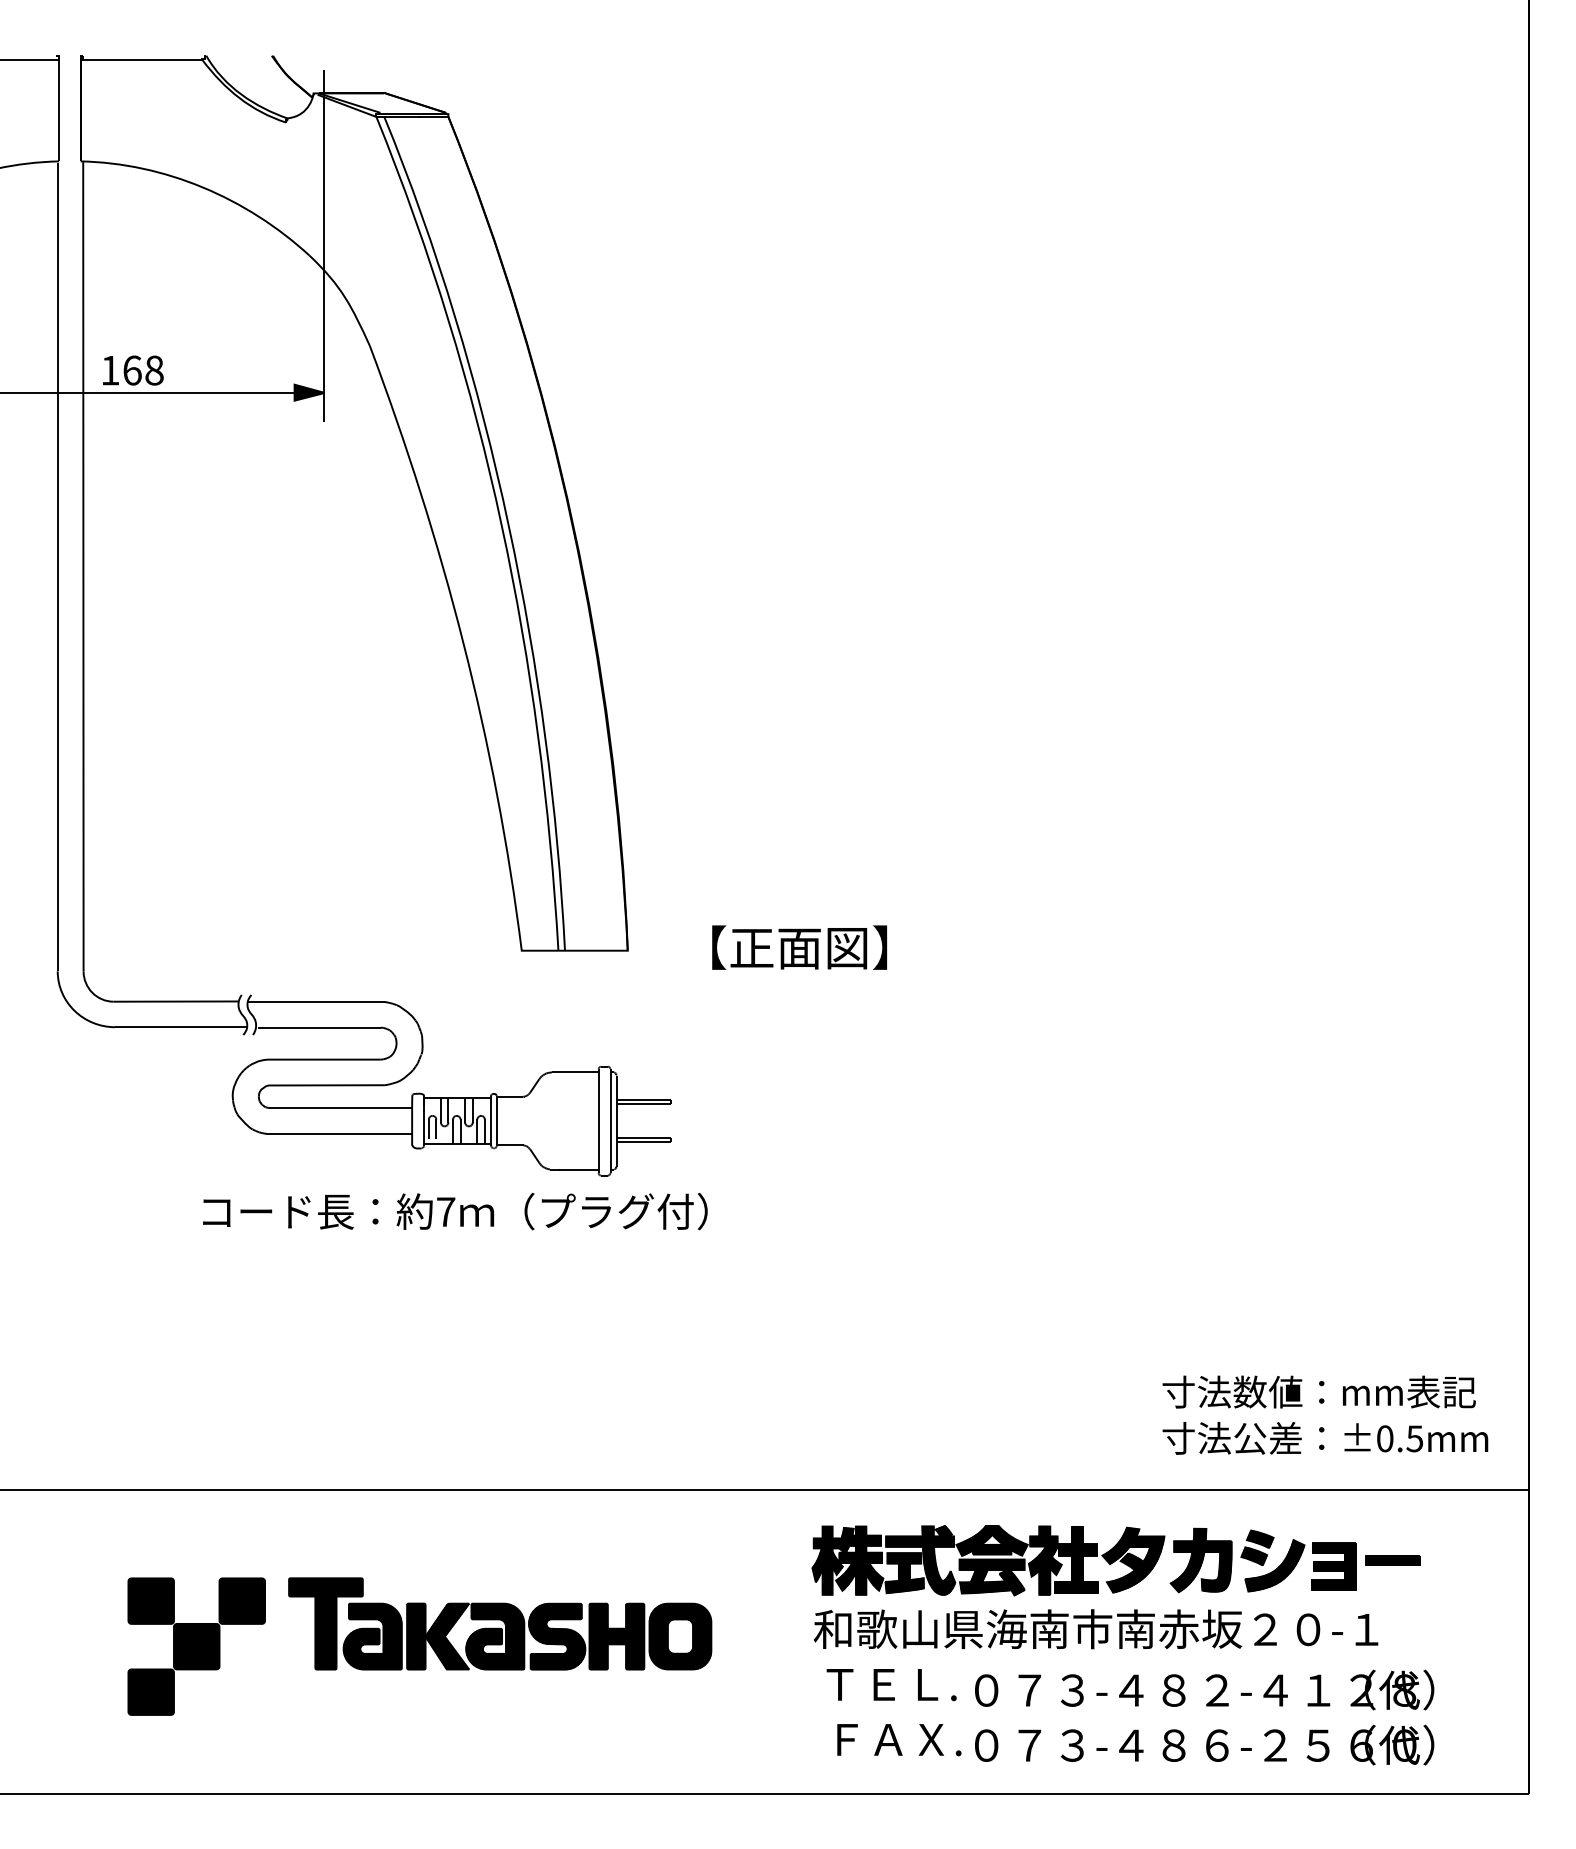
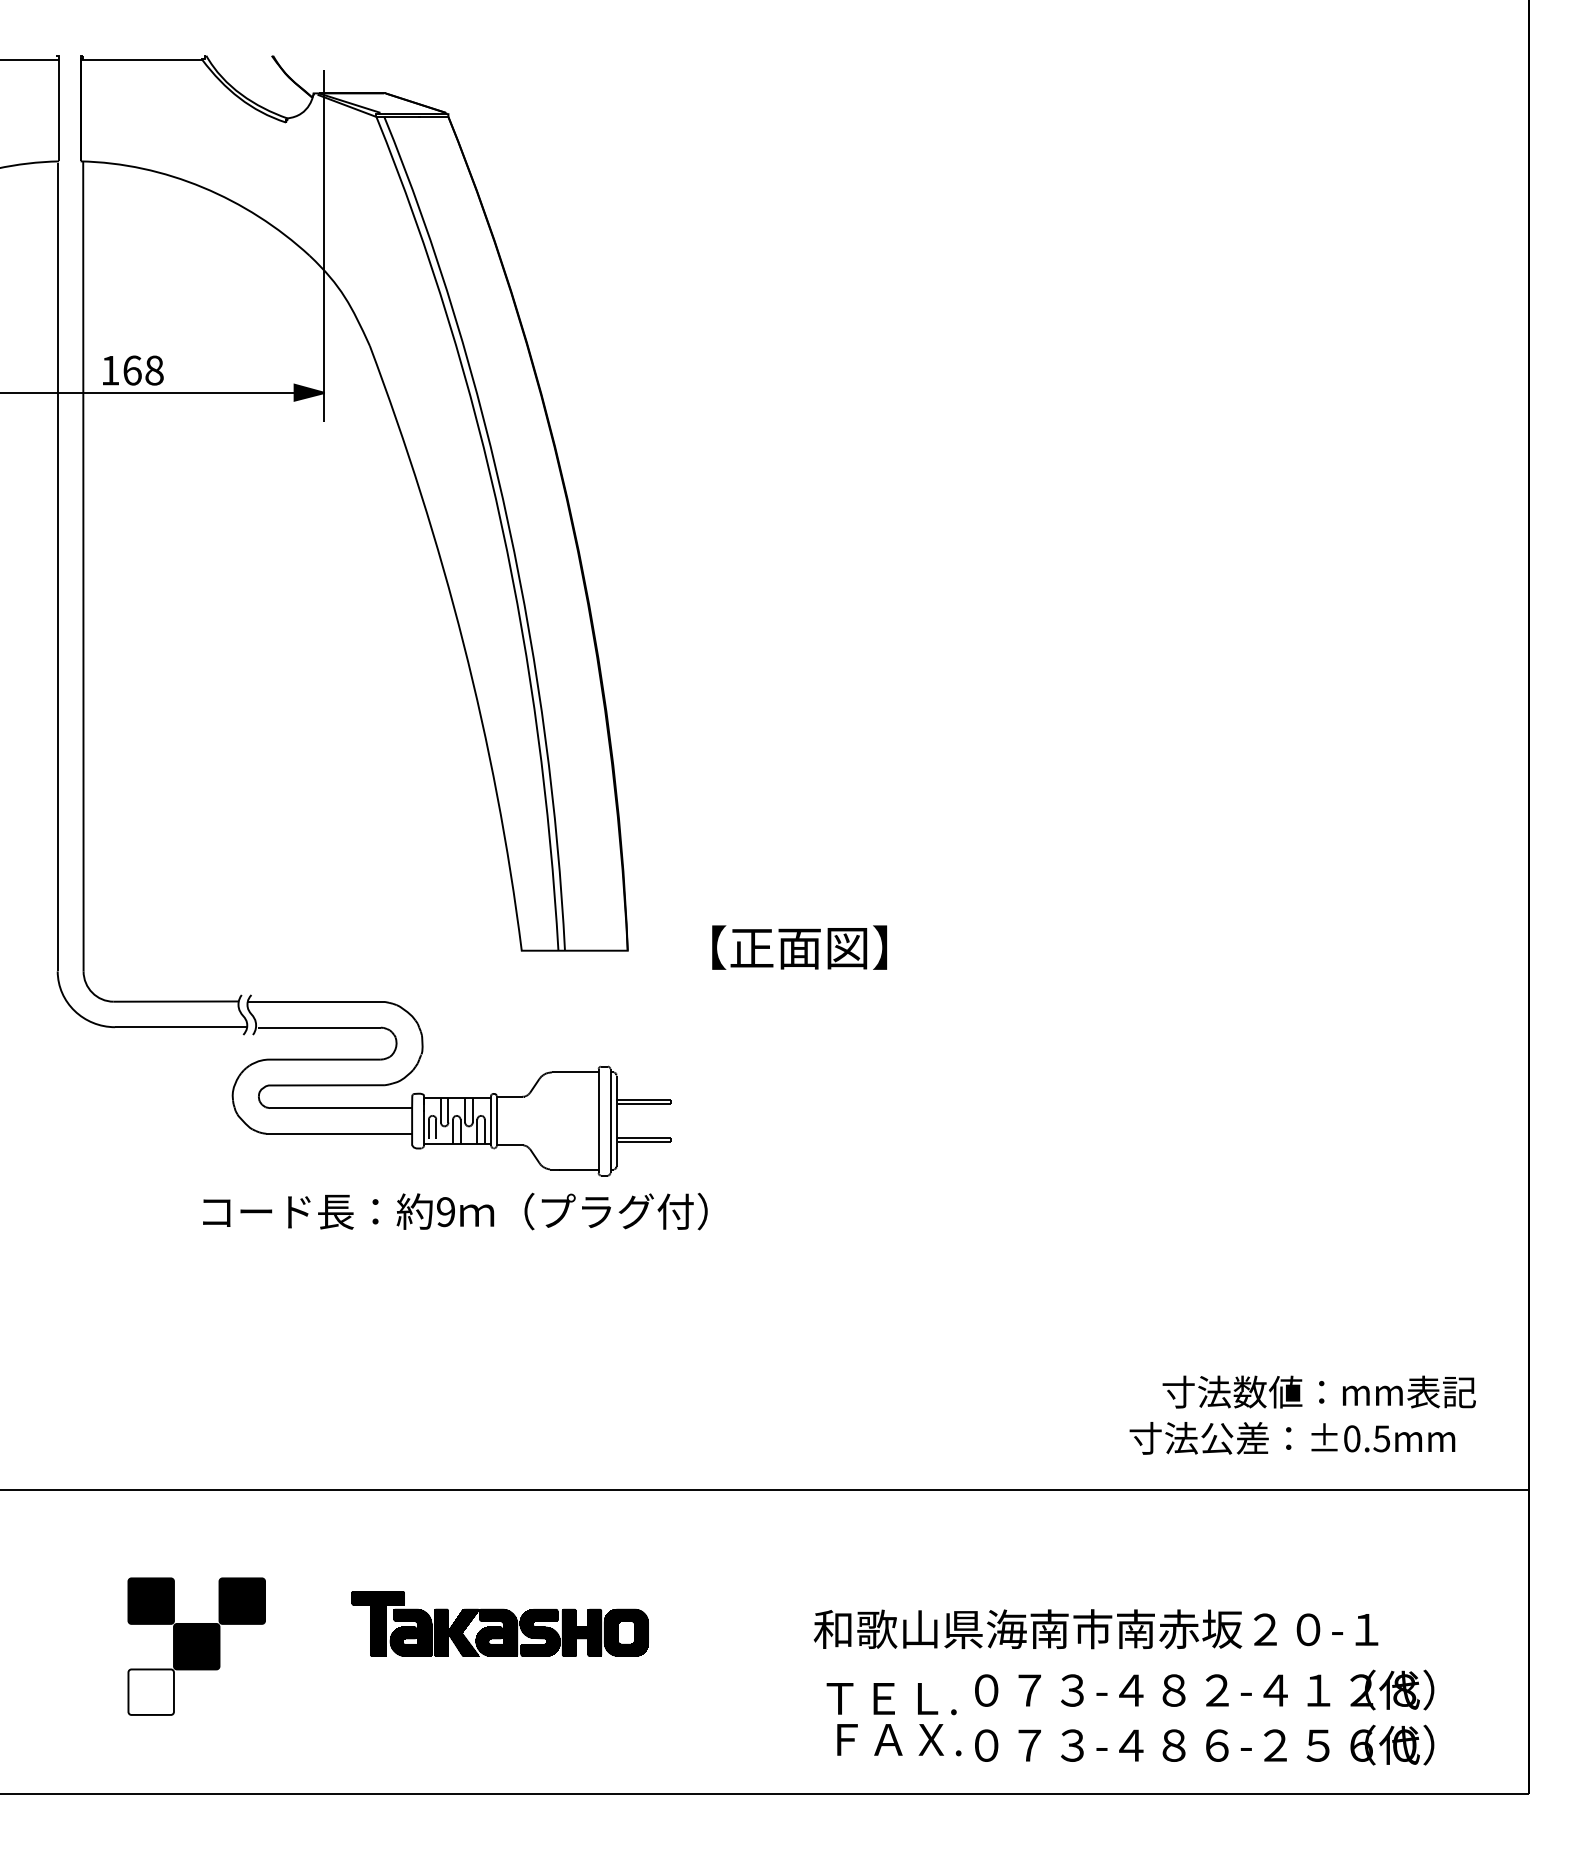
text at (446, 1212): 7 -> 9
text at (1325, 1438) position: (1325, 1438) -> (1292, 1438)
part at (1115, 1560): present -> none
part at (500, 1623) size: 425x94 px -> 298x66 px
text at (891, 1685) position: (891, 1685) -> (891, 1699)
fill at (150, 1691): present -> none
